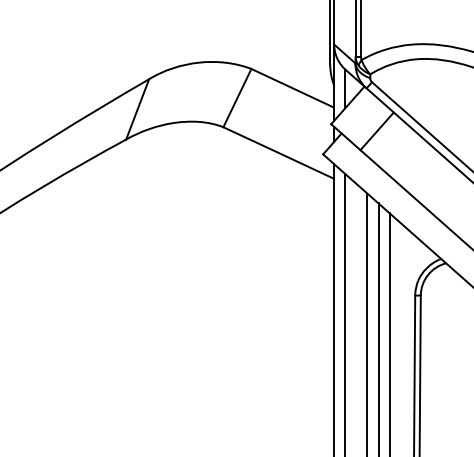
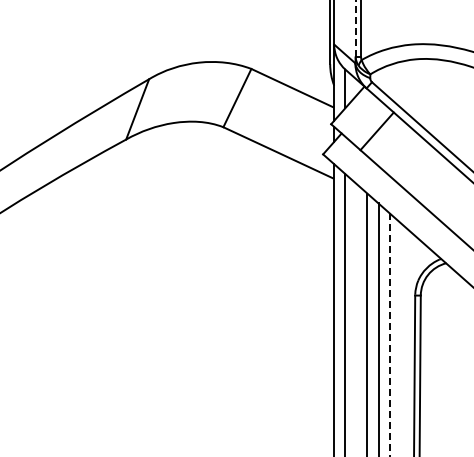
line at (355, 28): solid -> dashed
line at (389, 335): solid -> dashed
